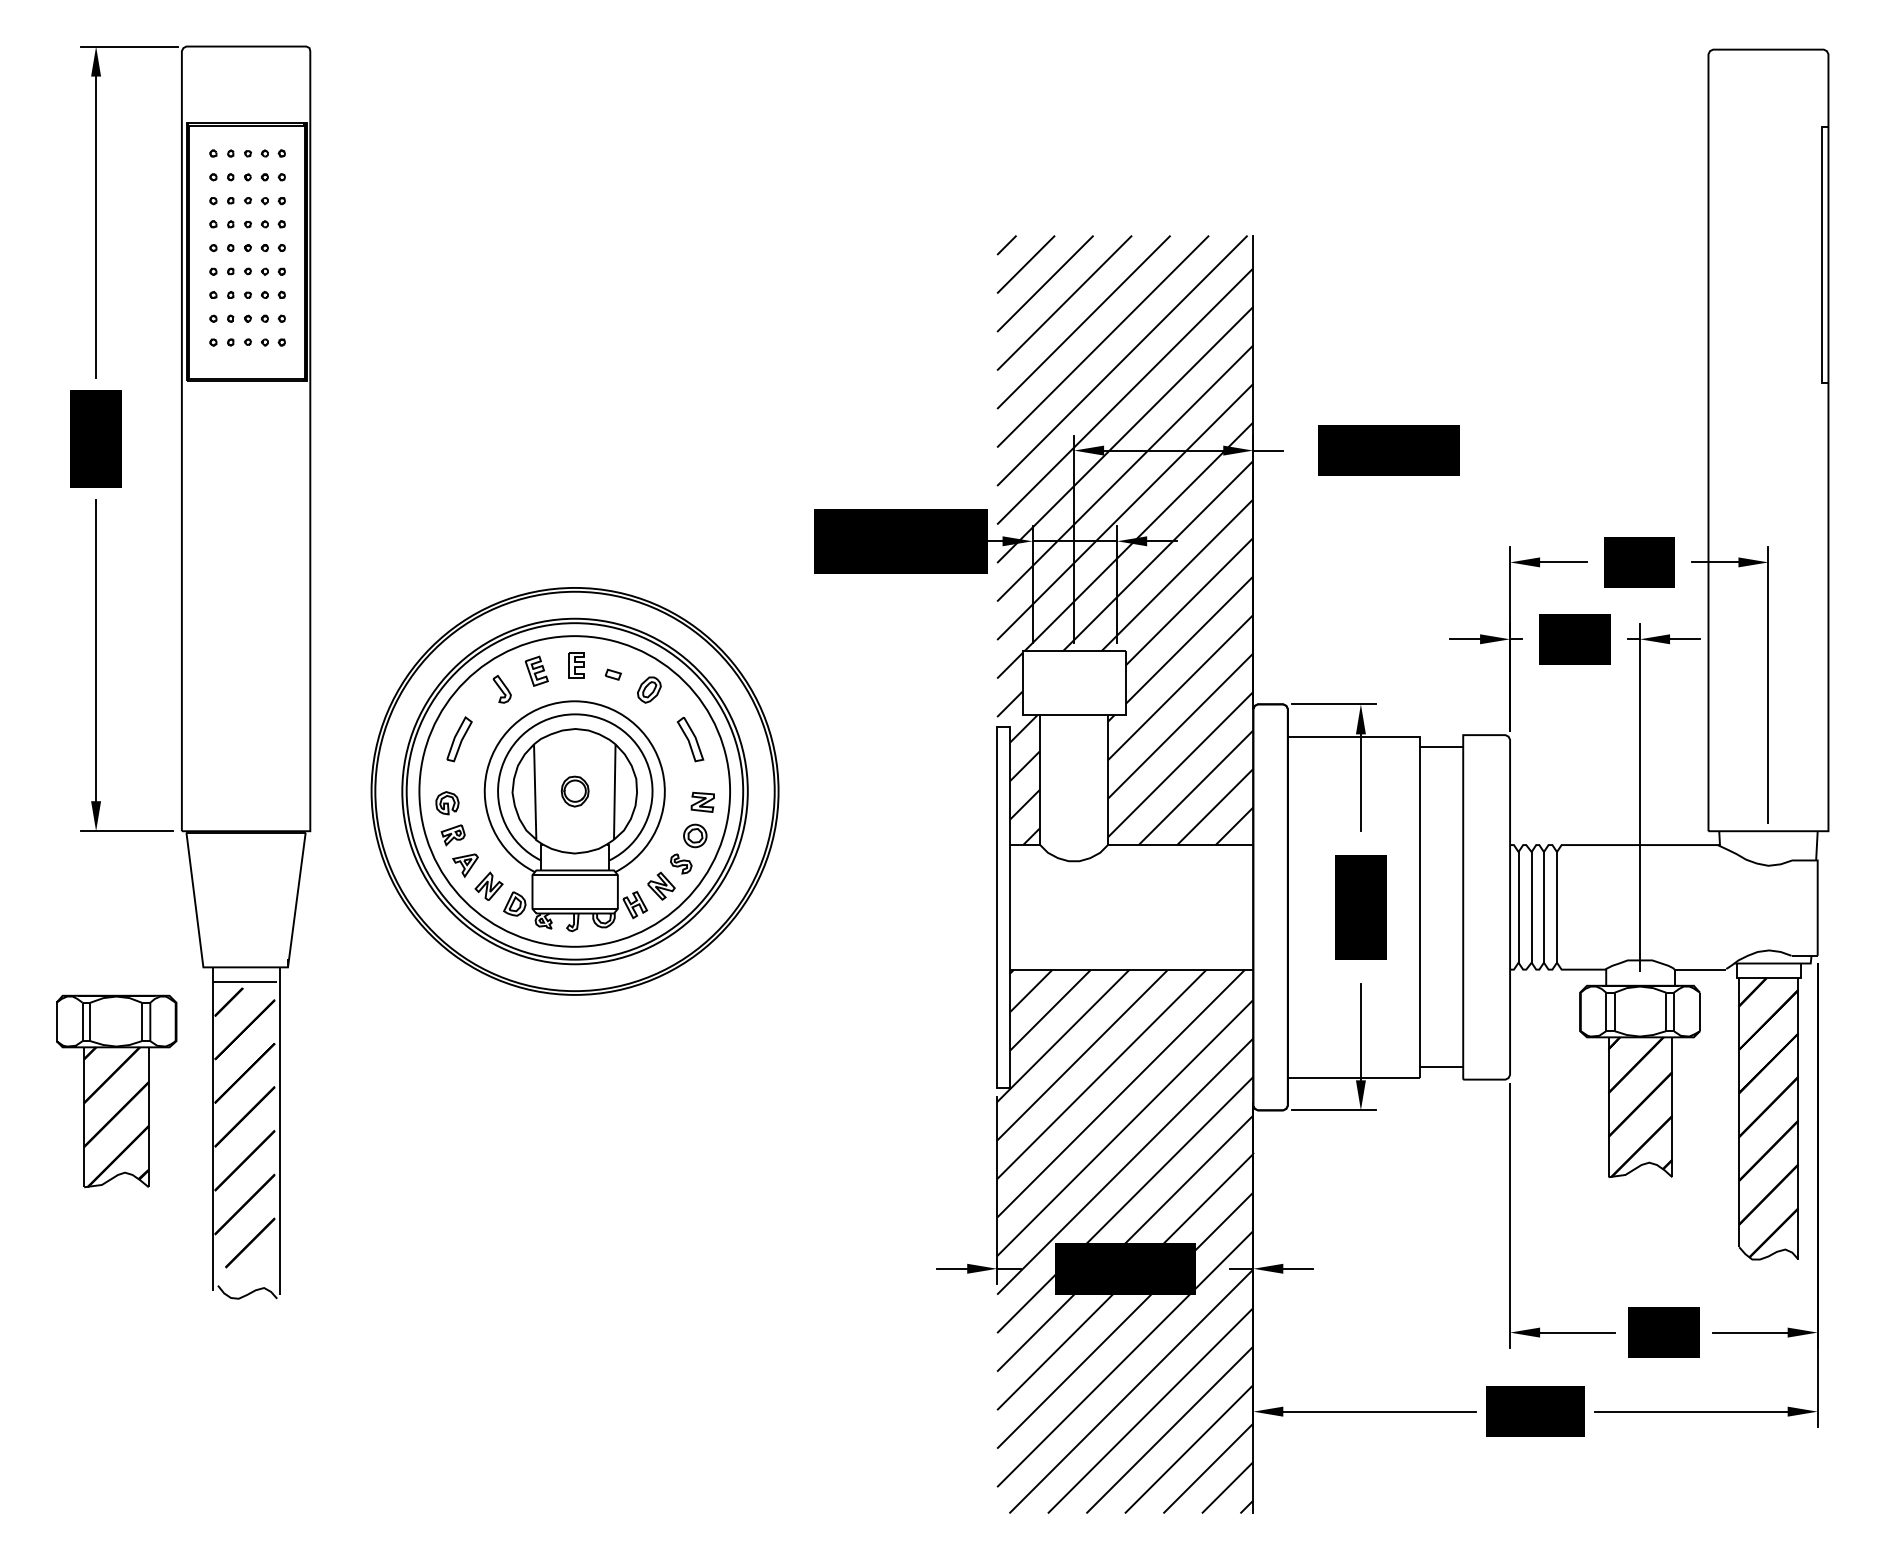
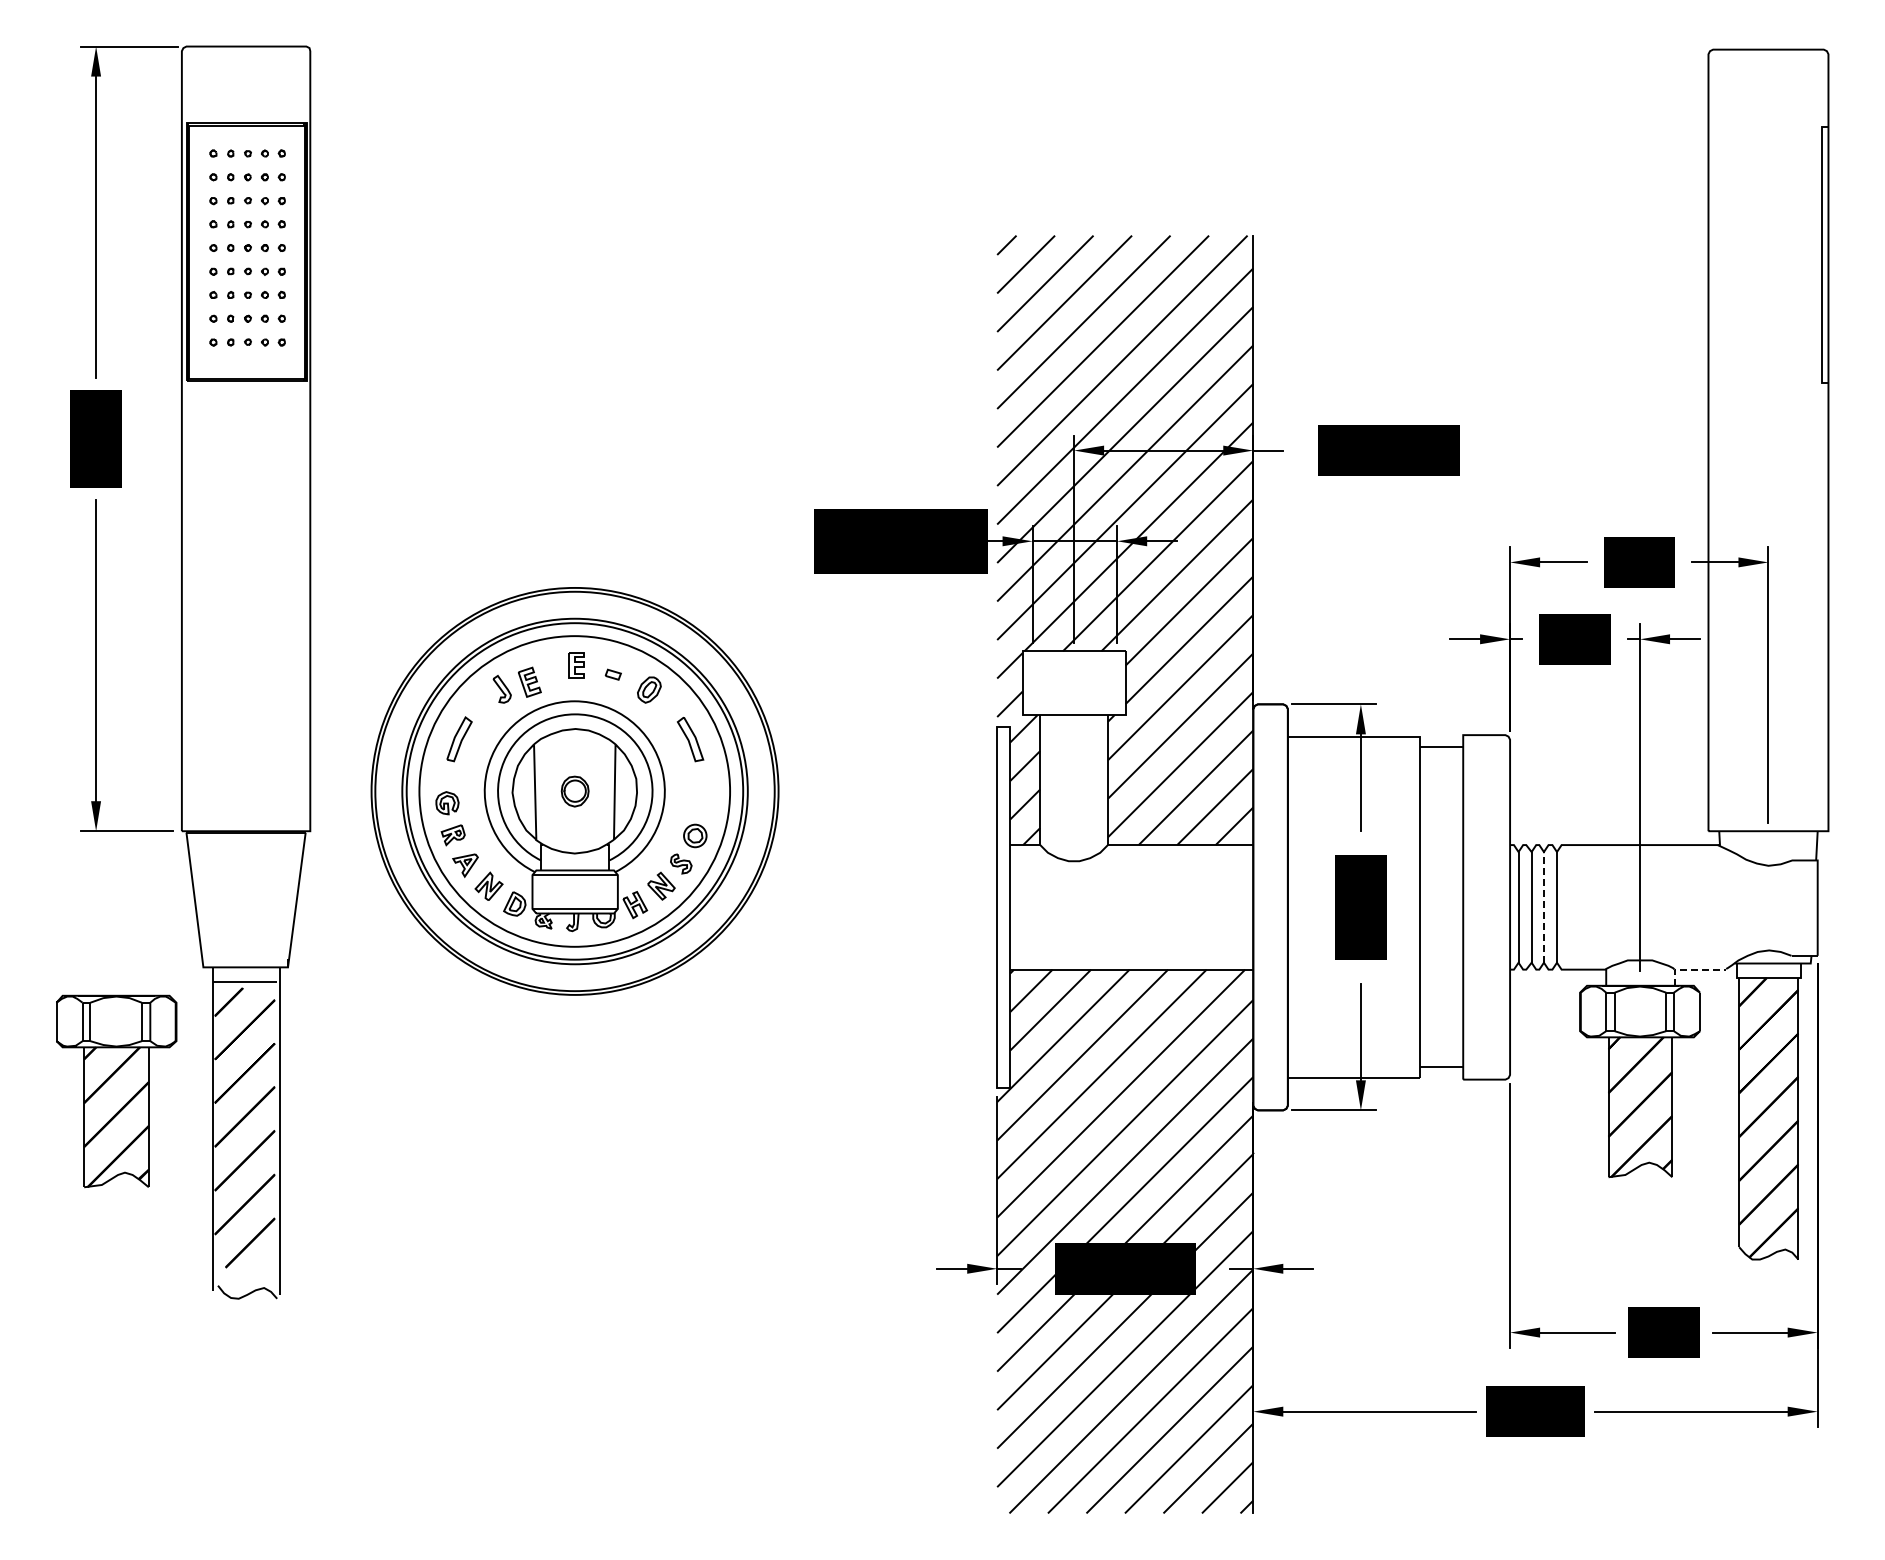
part at (536, 670) position: (536, 670) -> (529, 681)
part at (702, 801): present -> none
line at (1543, 906): solid -> dashed
line at (1691, 969): solid -> dashed
